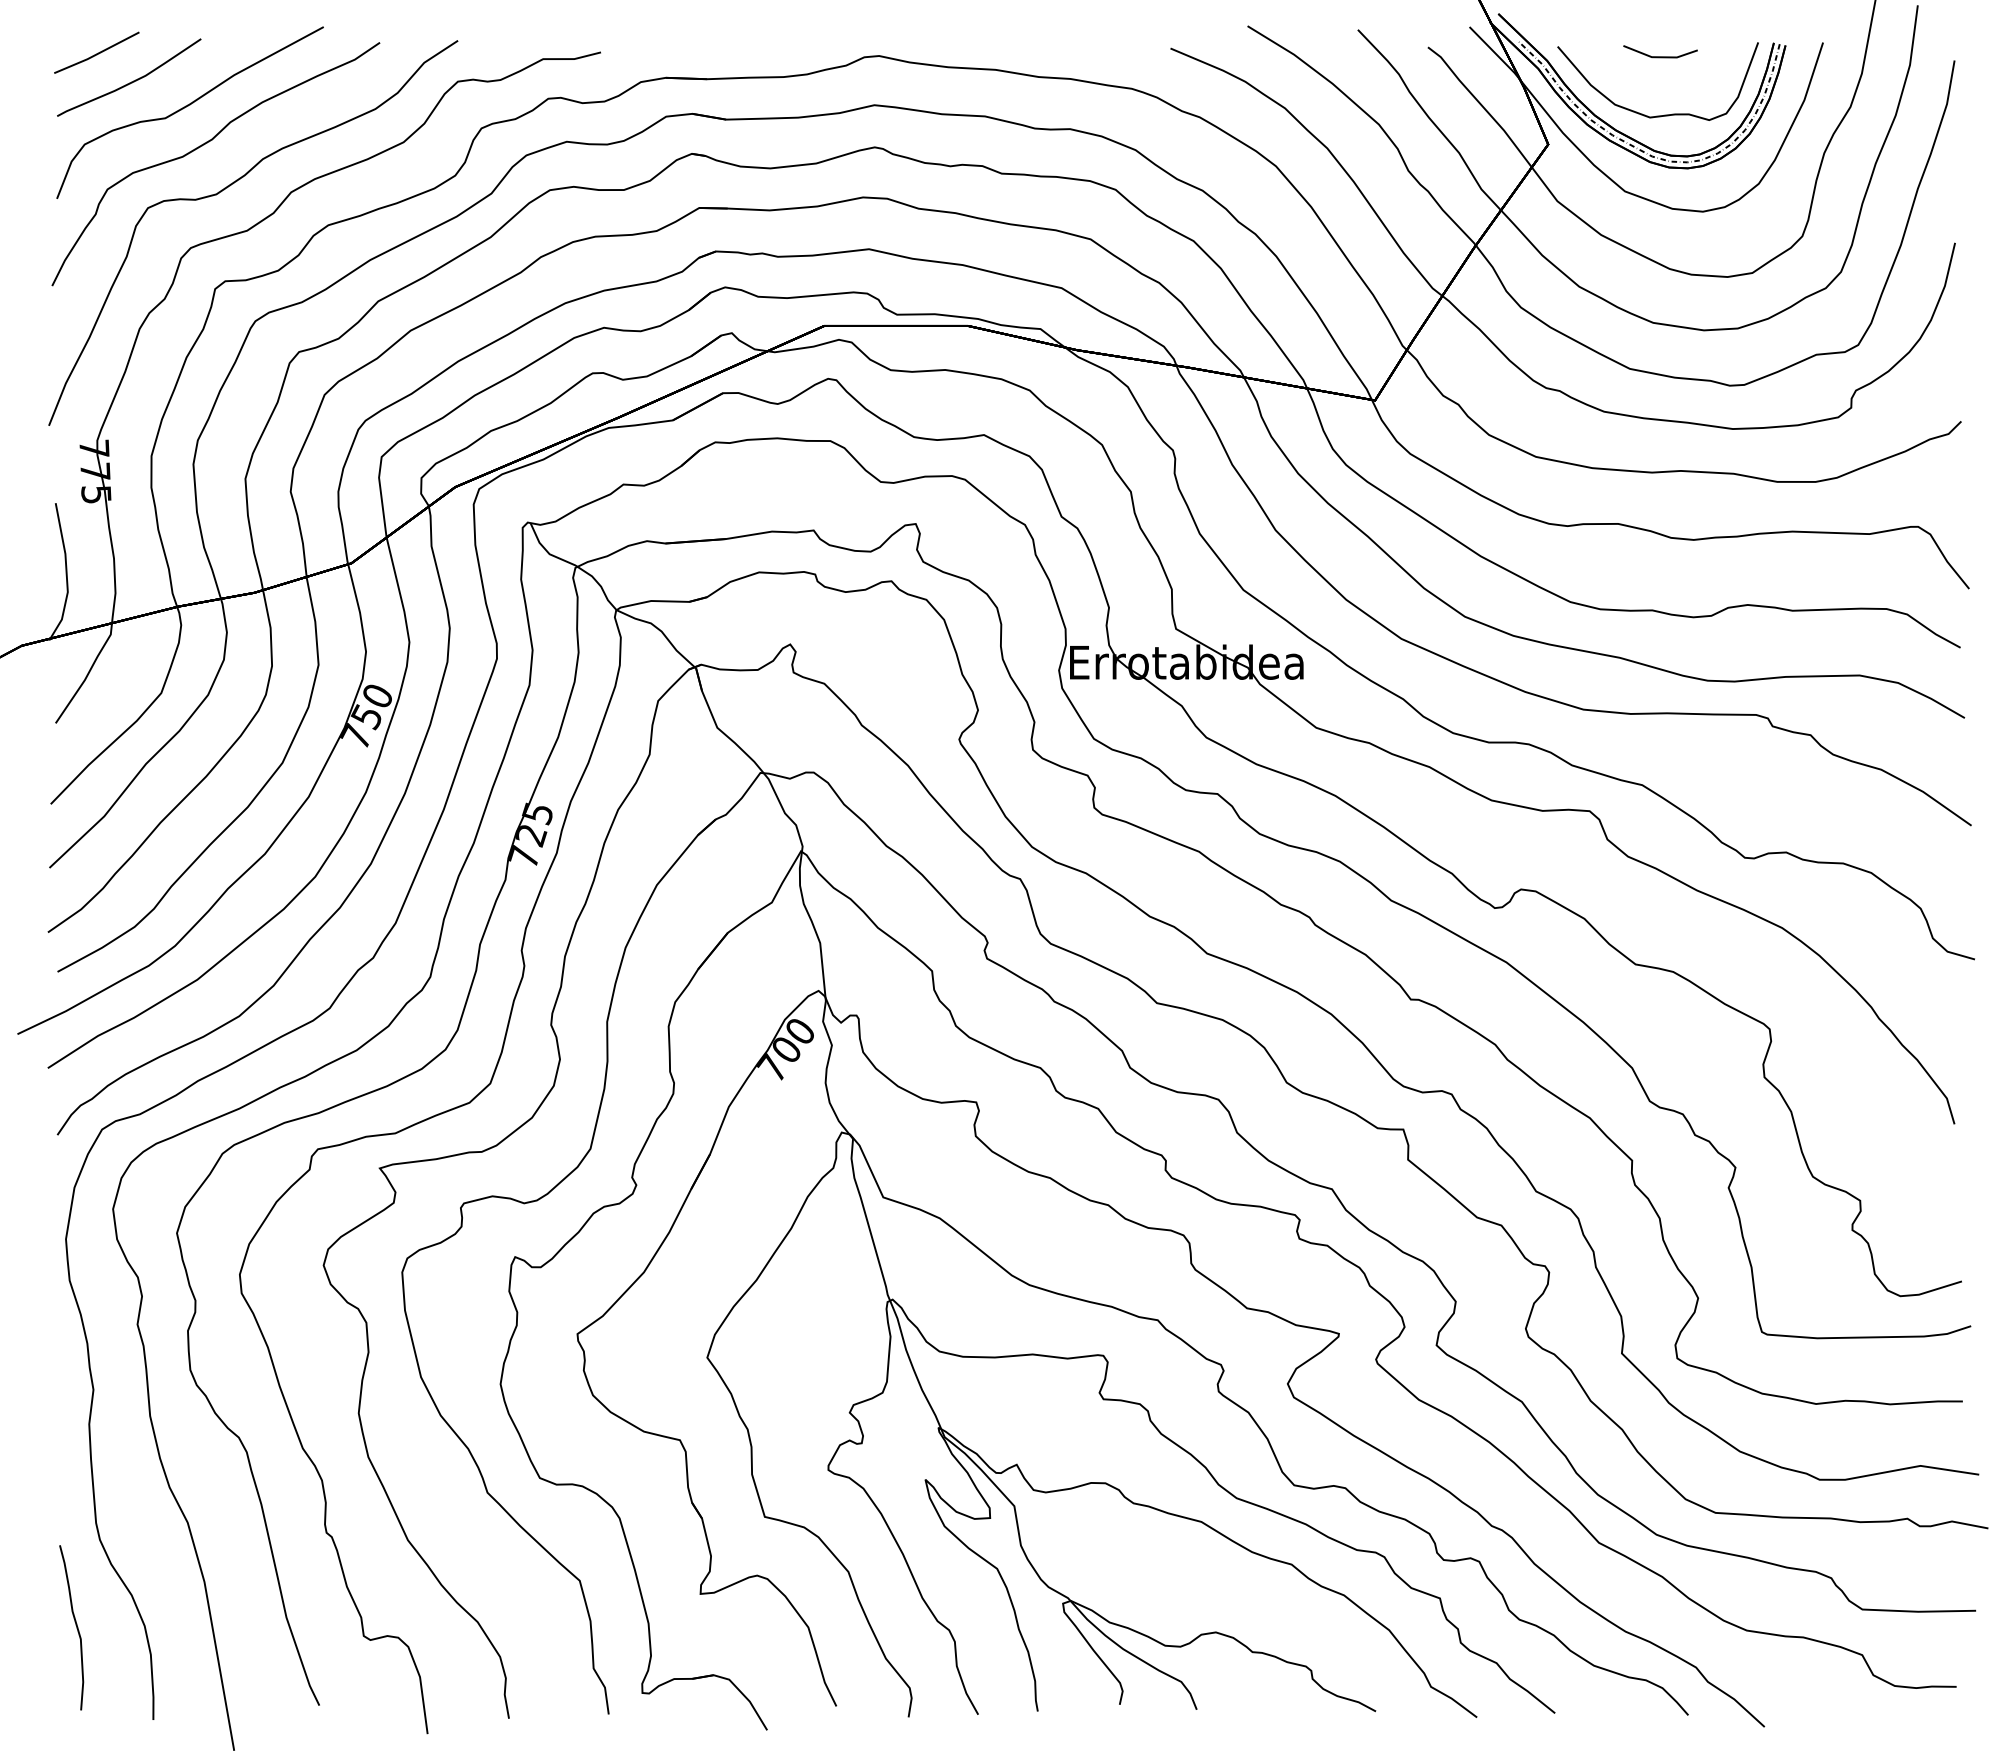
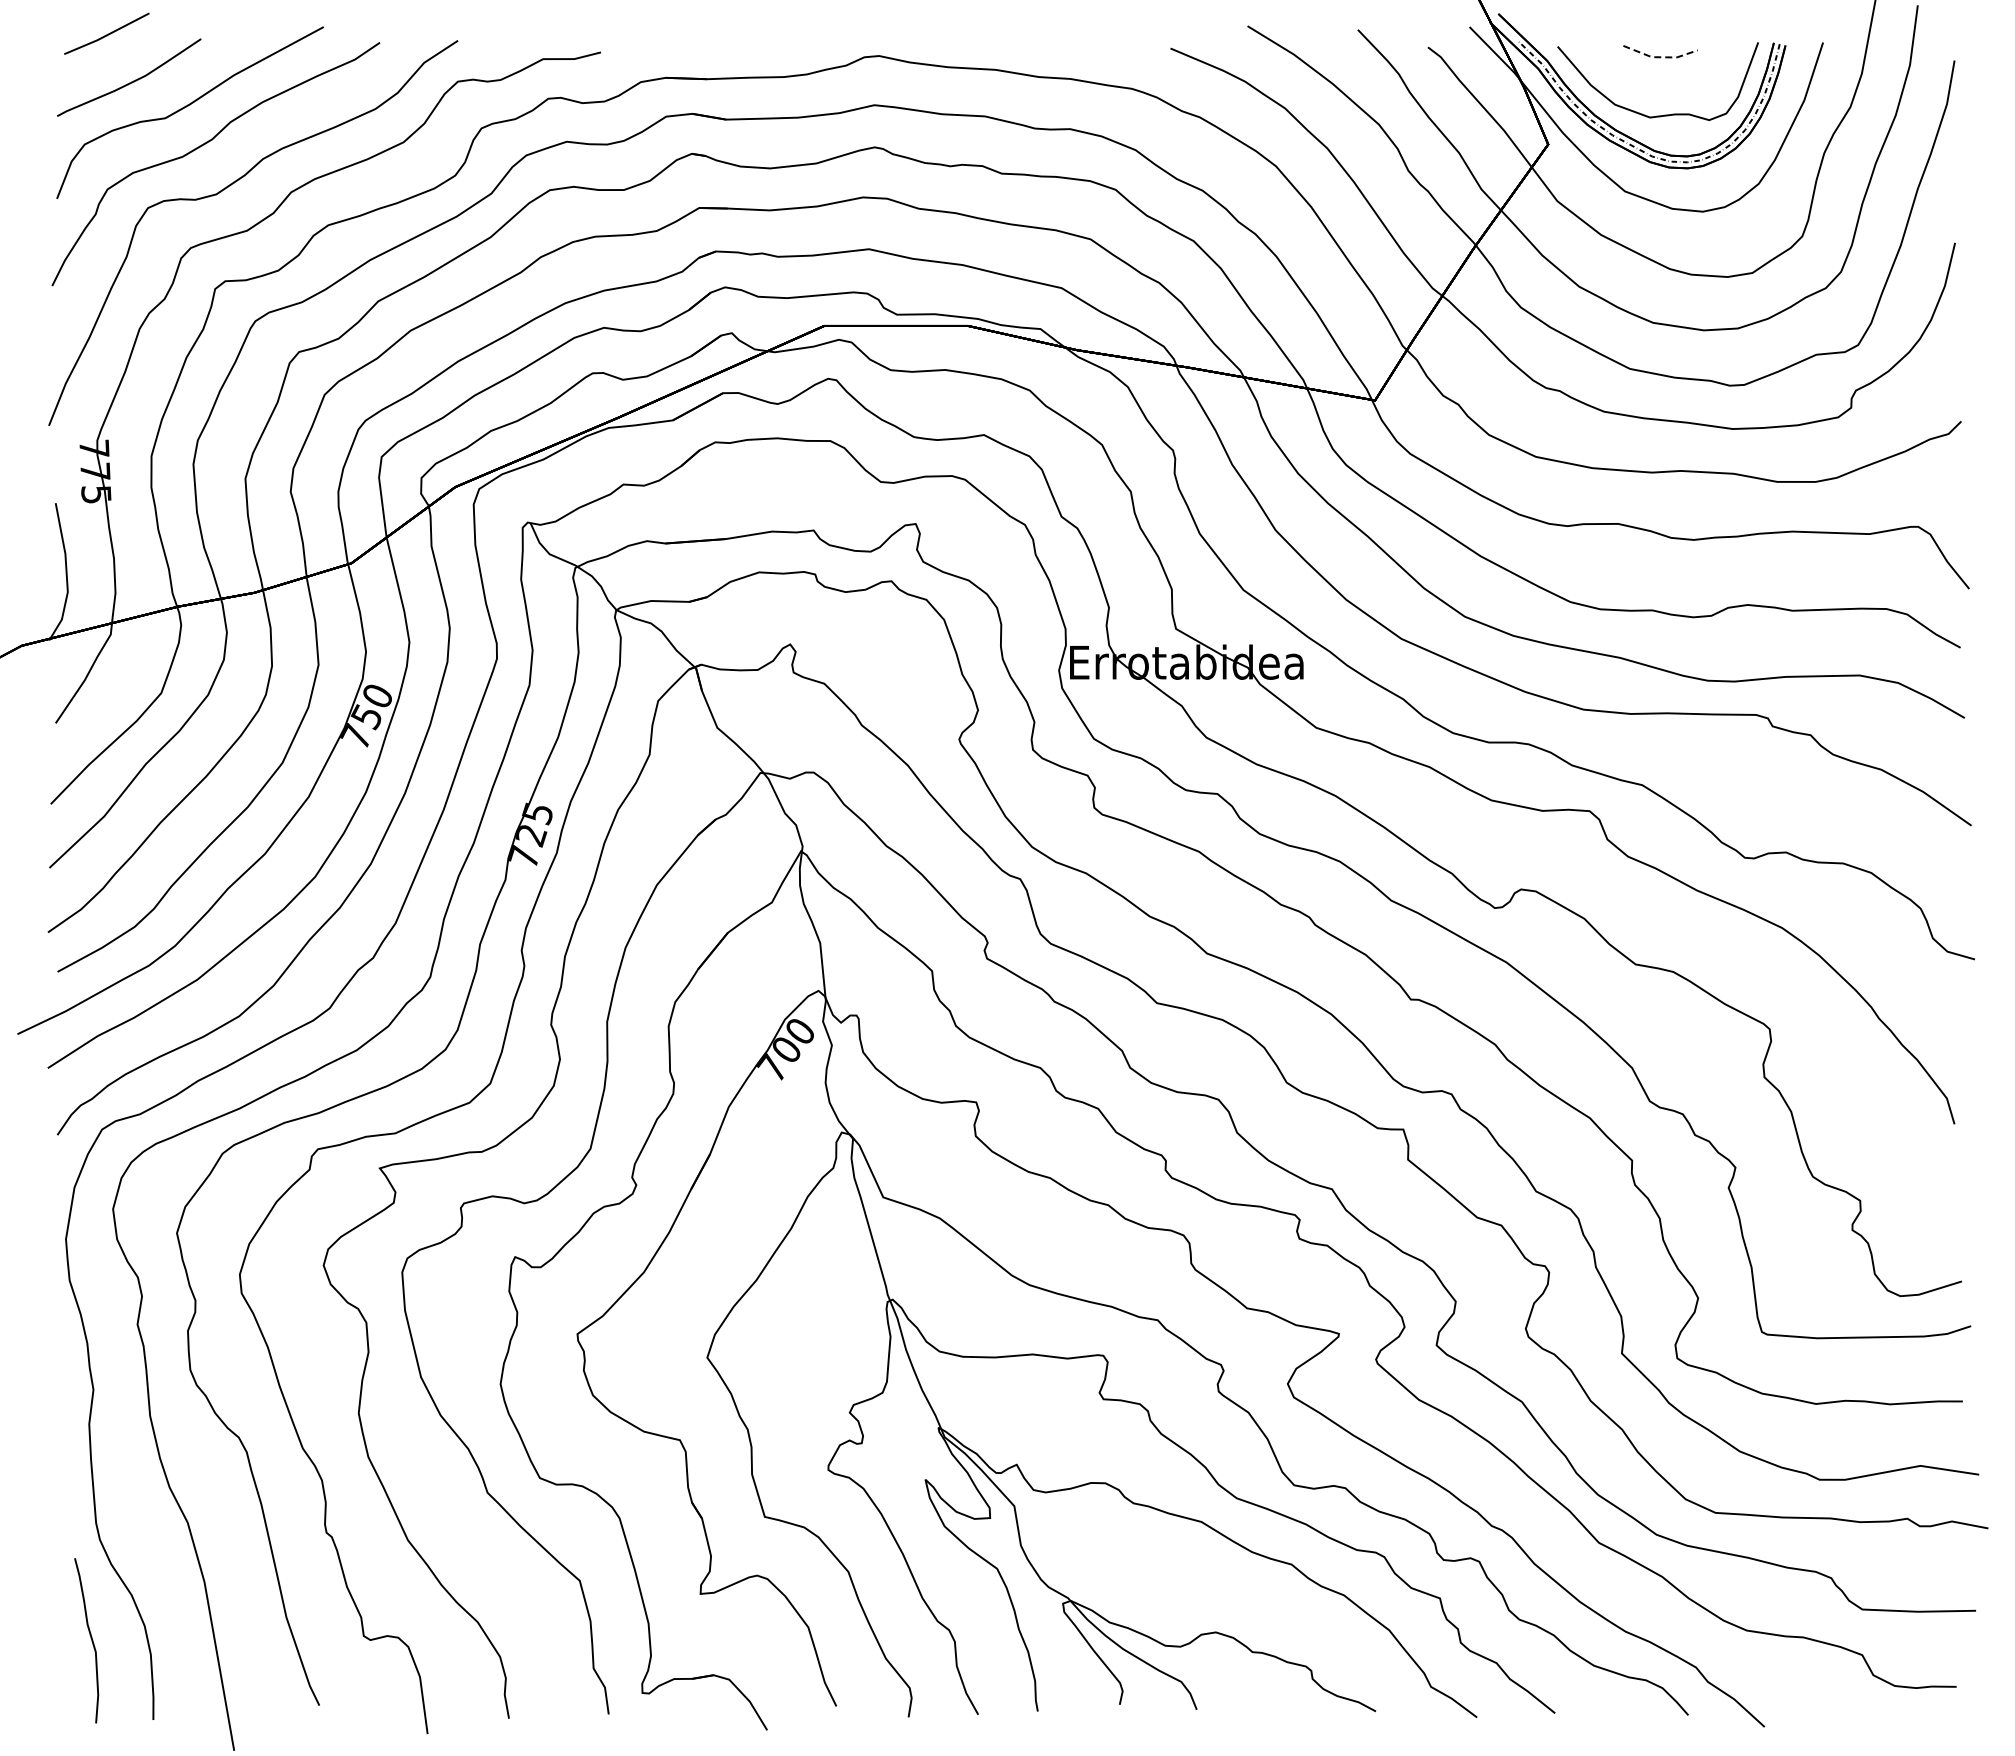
line at (96, 53) position: (96, 53) -> (106, 34)
line at (1660, 57): solid -> dashed
curve at (75, 1625) position: (75, 1625) -> (90, 1638)
